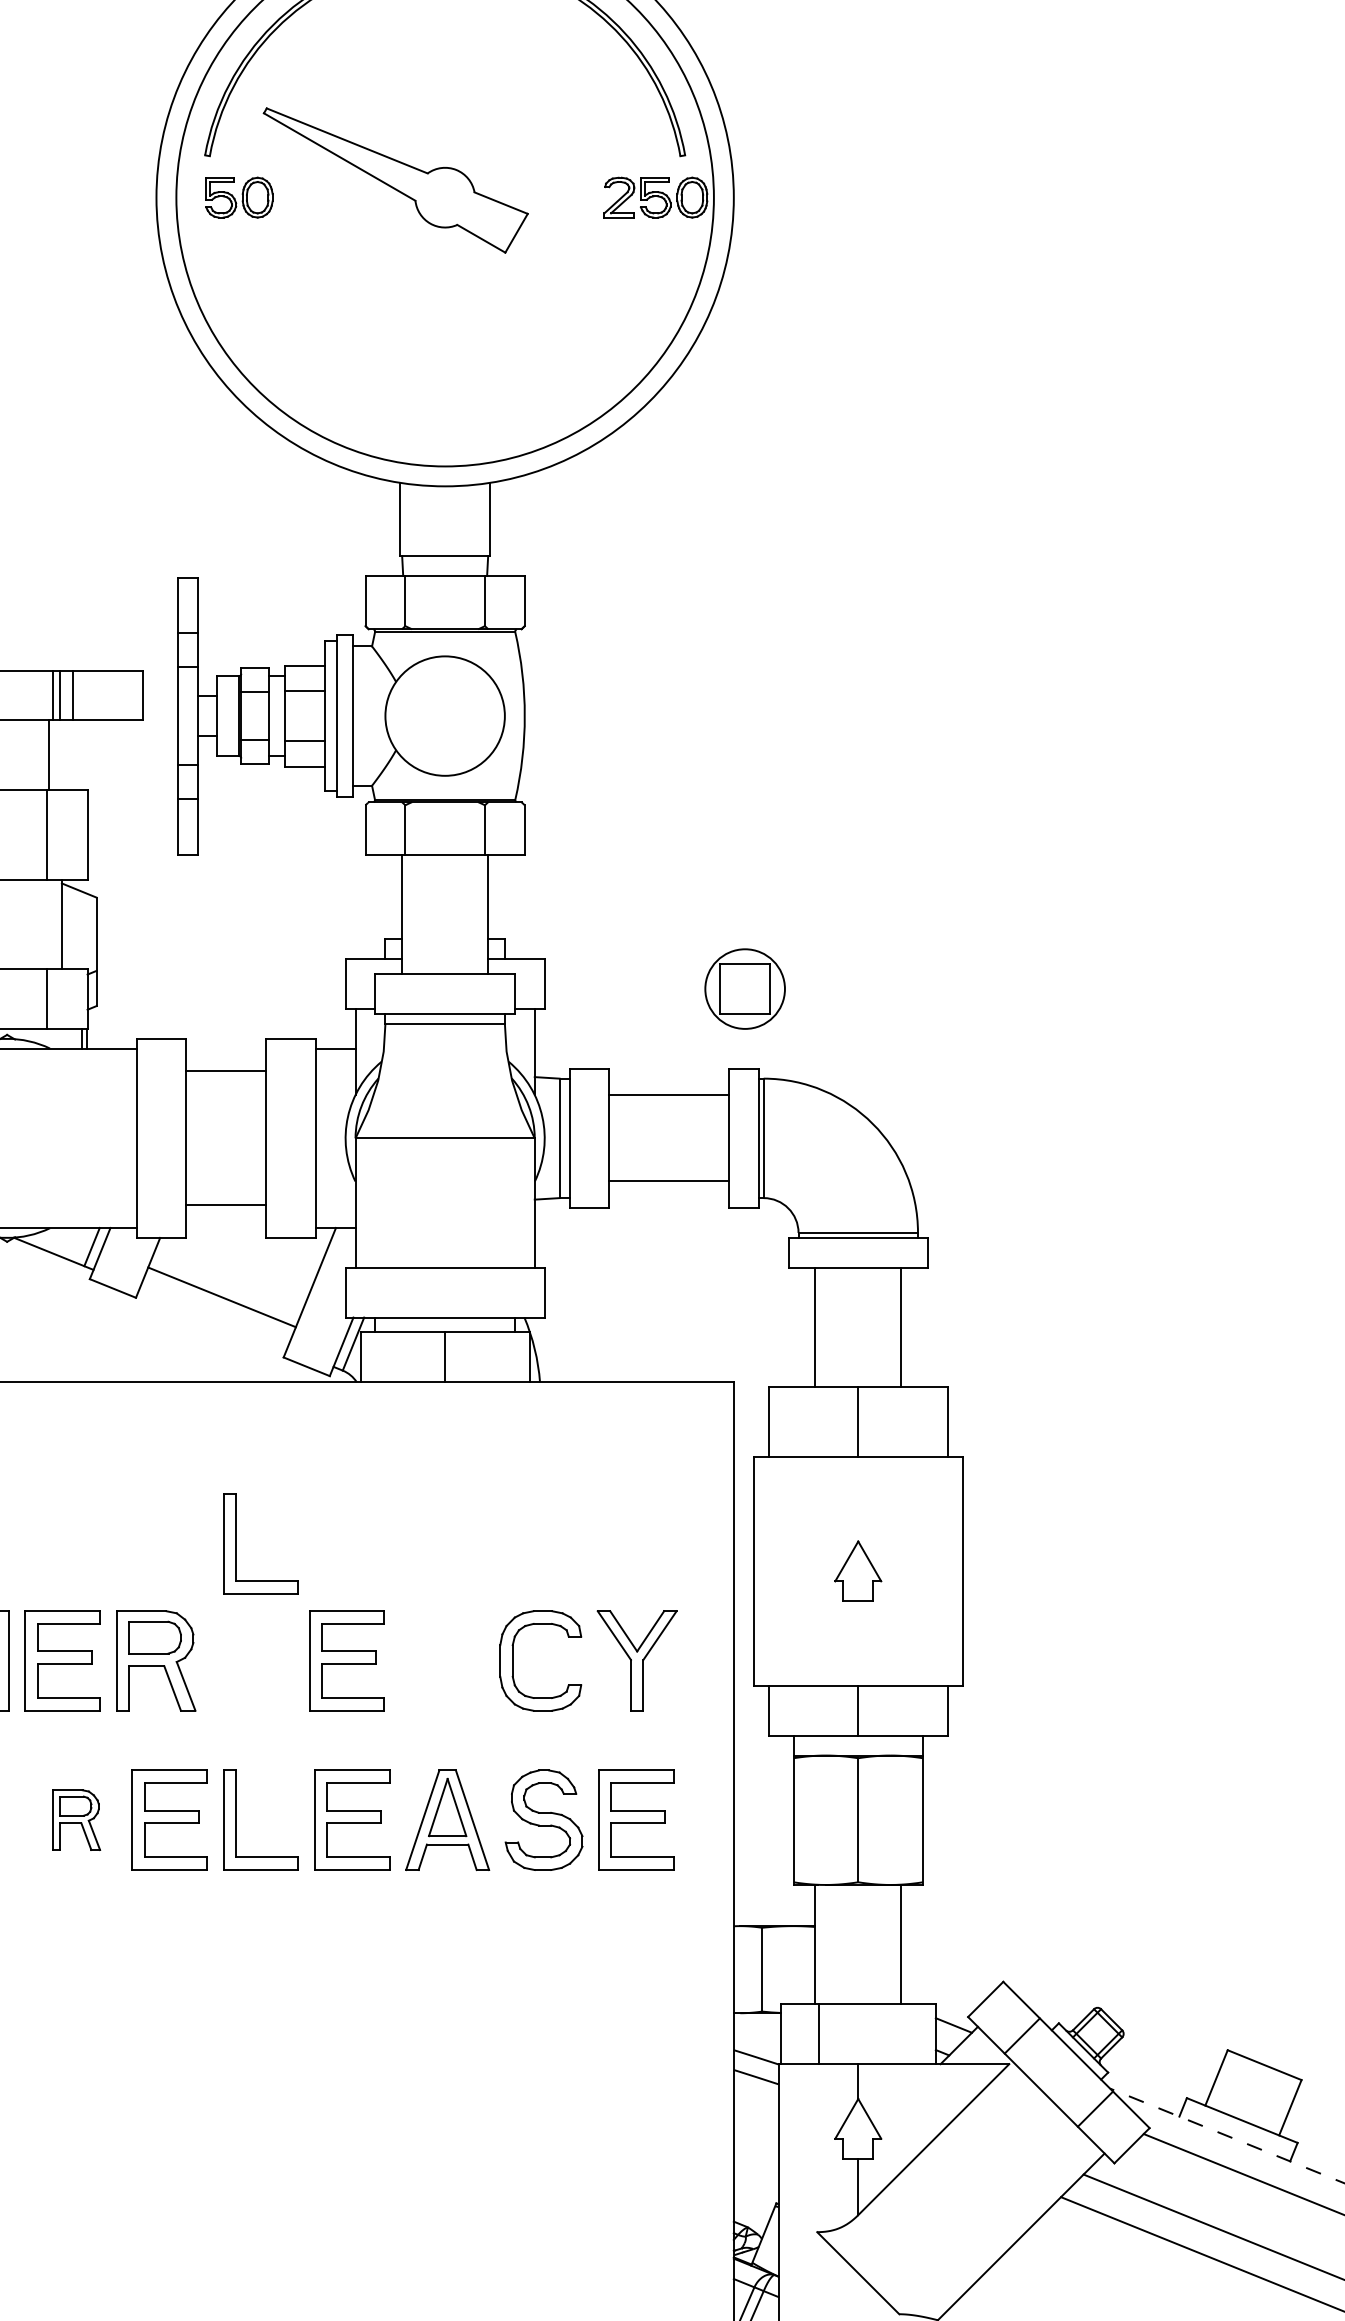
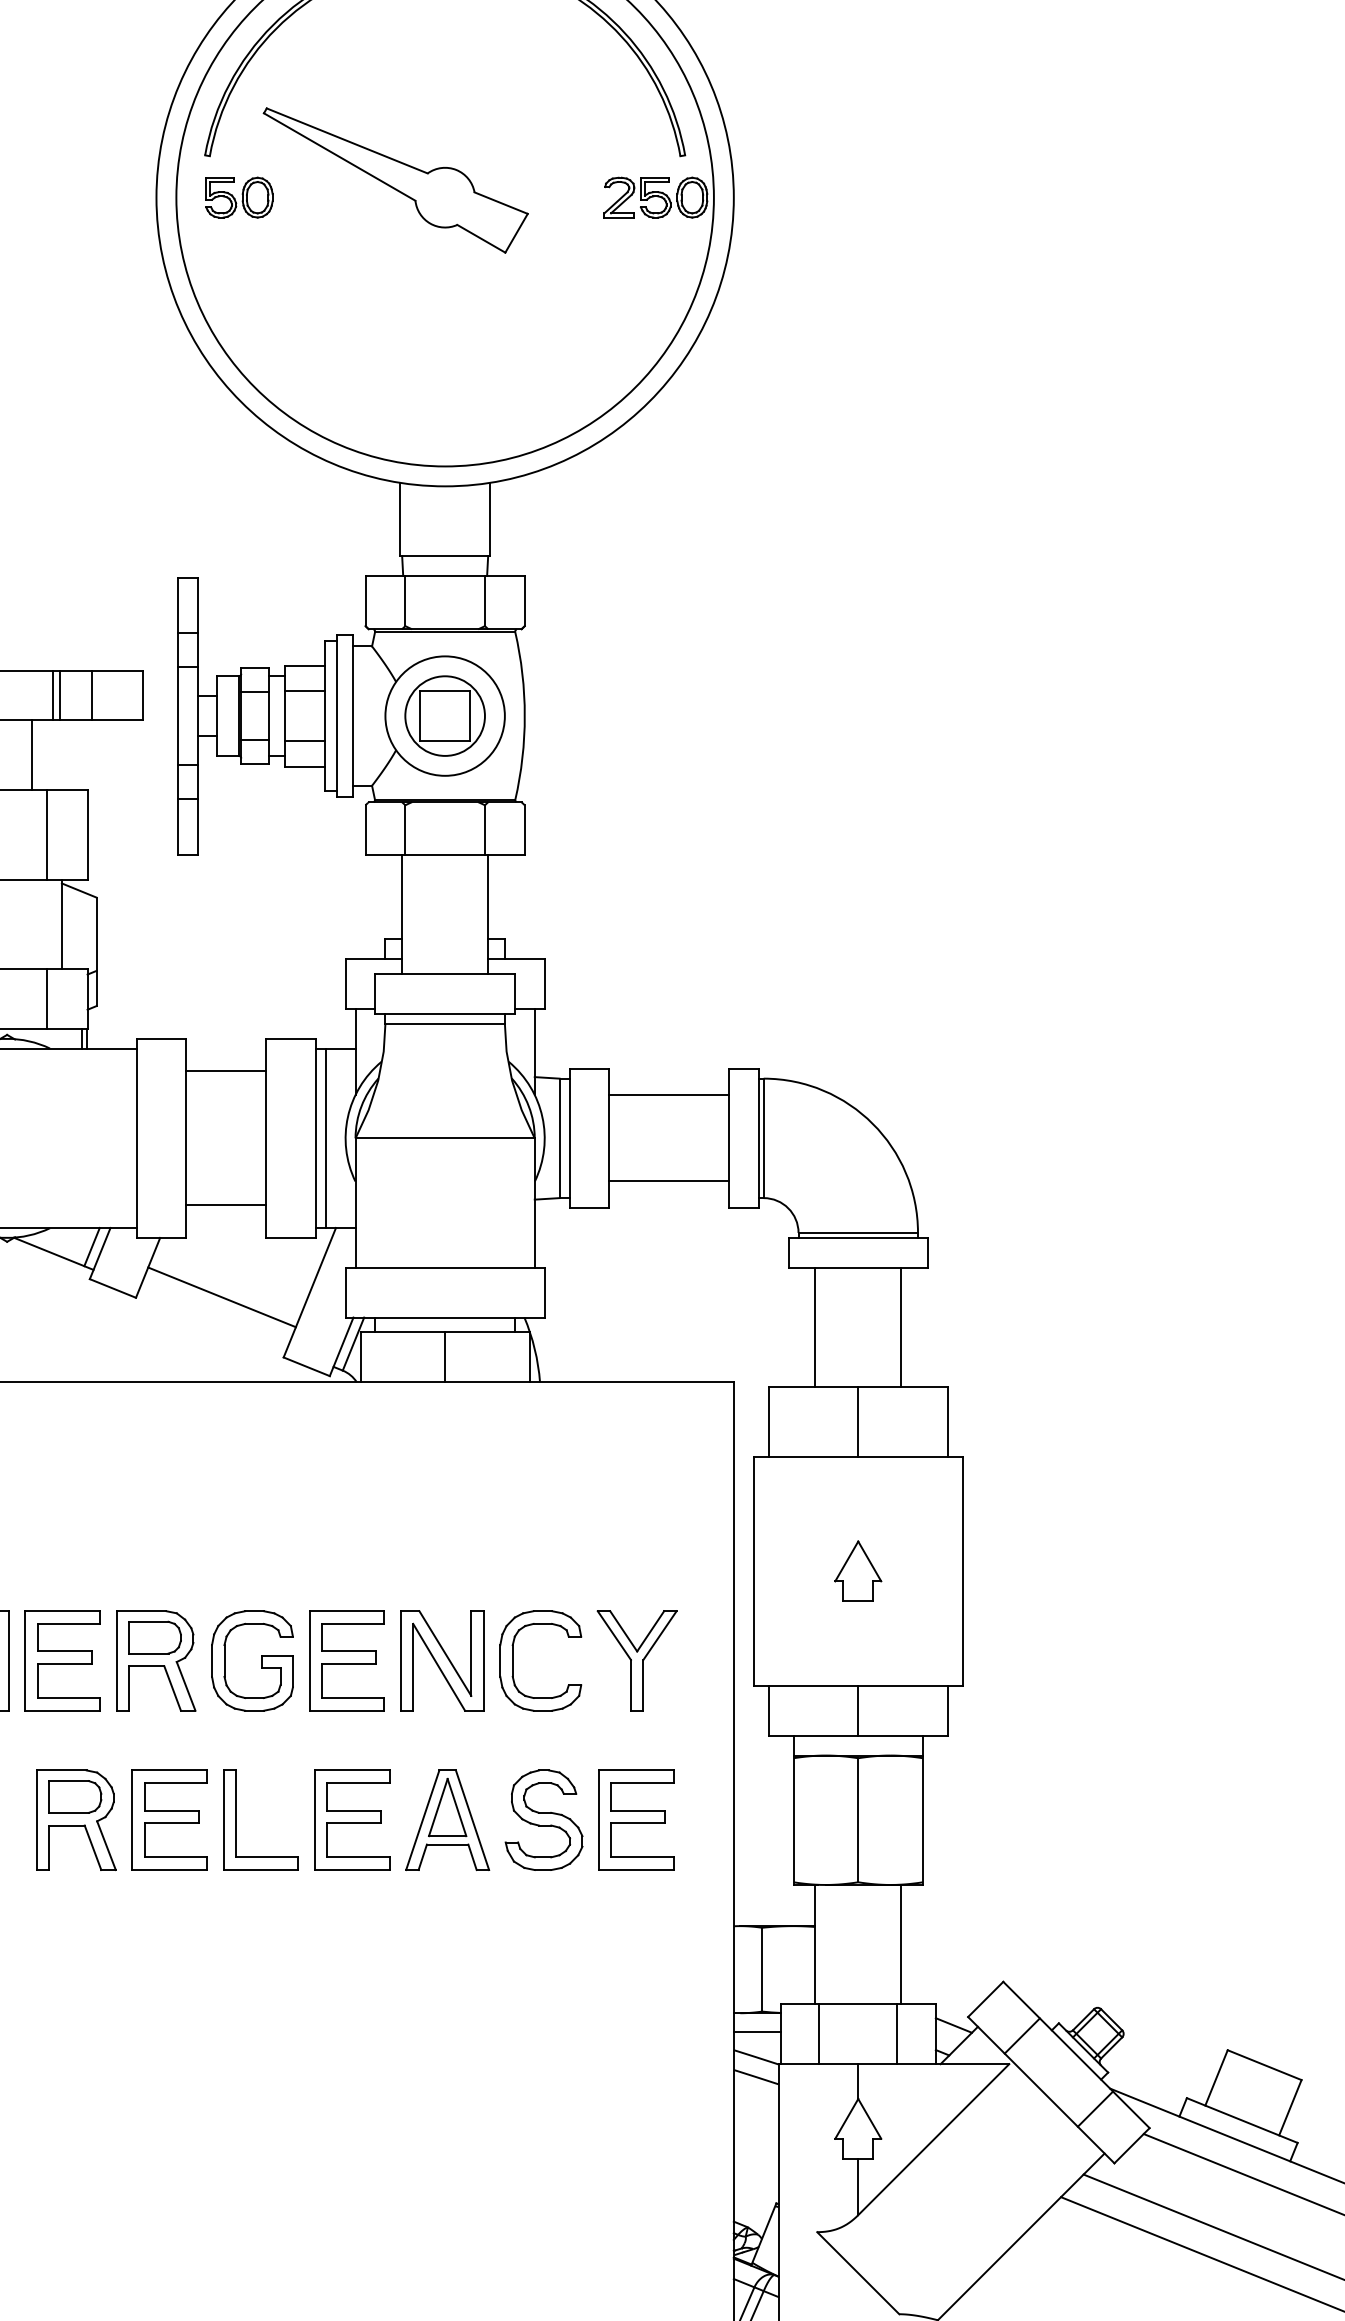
line at (72, 695) position: (72, 695) -> (91, 695)
line at (49, 754) position: (49, 754) -> (32, 754)
part at (744, 988) position: (744, 988) -> (444, 715)
line at (325, 1137): none -> present
part at (236, 1543): present -> none
part at (261, 1660): none -> present
part at (442, 1660): none -> present
part at (76, 1819) size: 50x62 px -> 81x102 px
line at (756, 2032): none -> present
line at (897, 2034): none -> present
line at (1226, 2135): dashed -> solid
